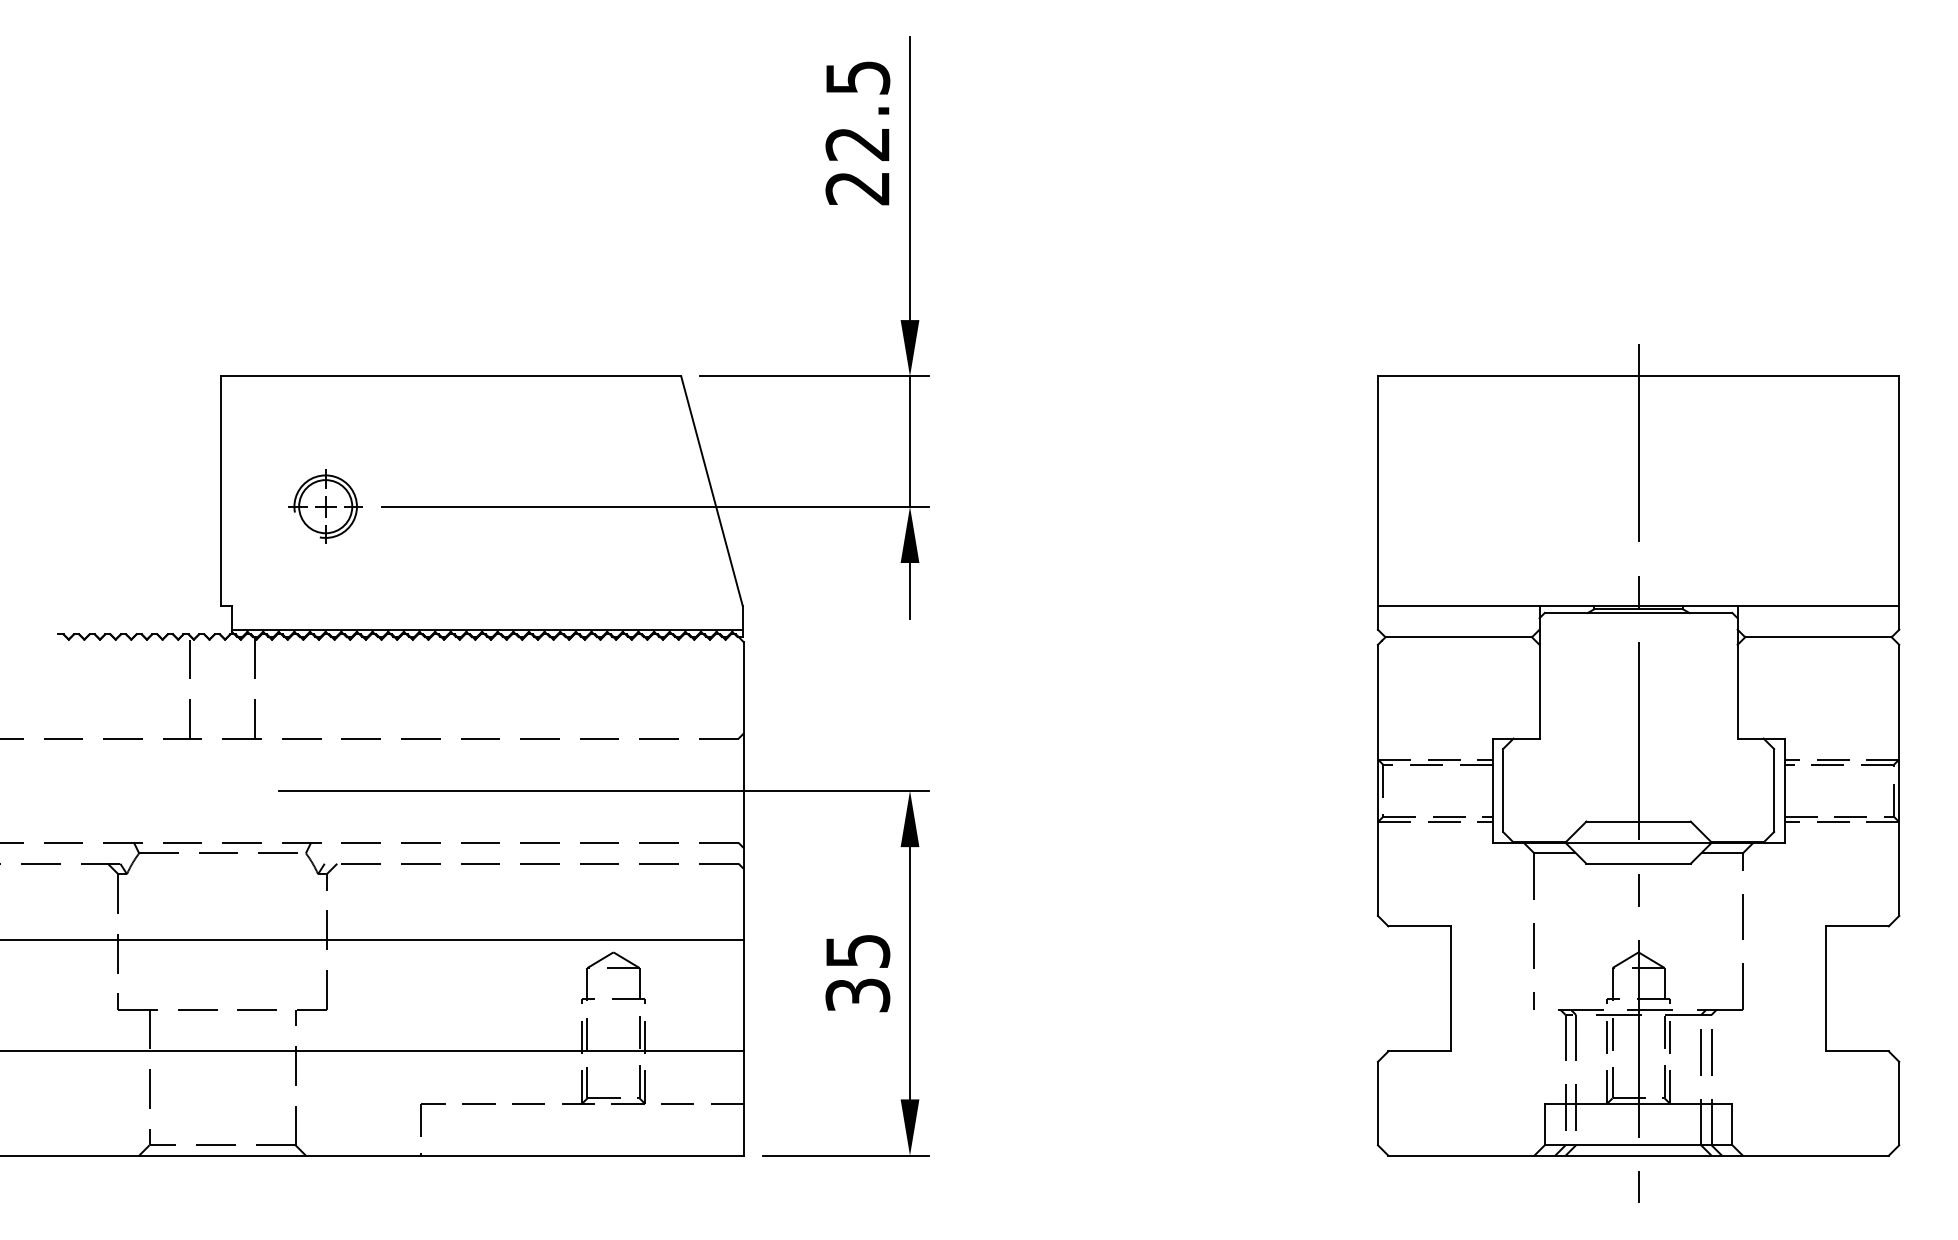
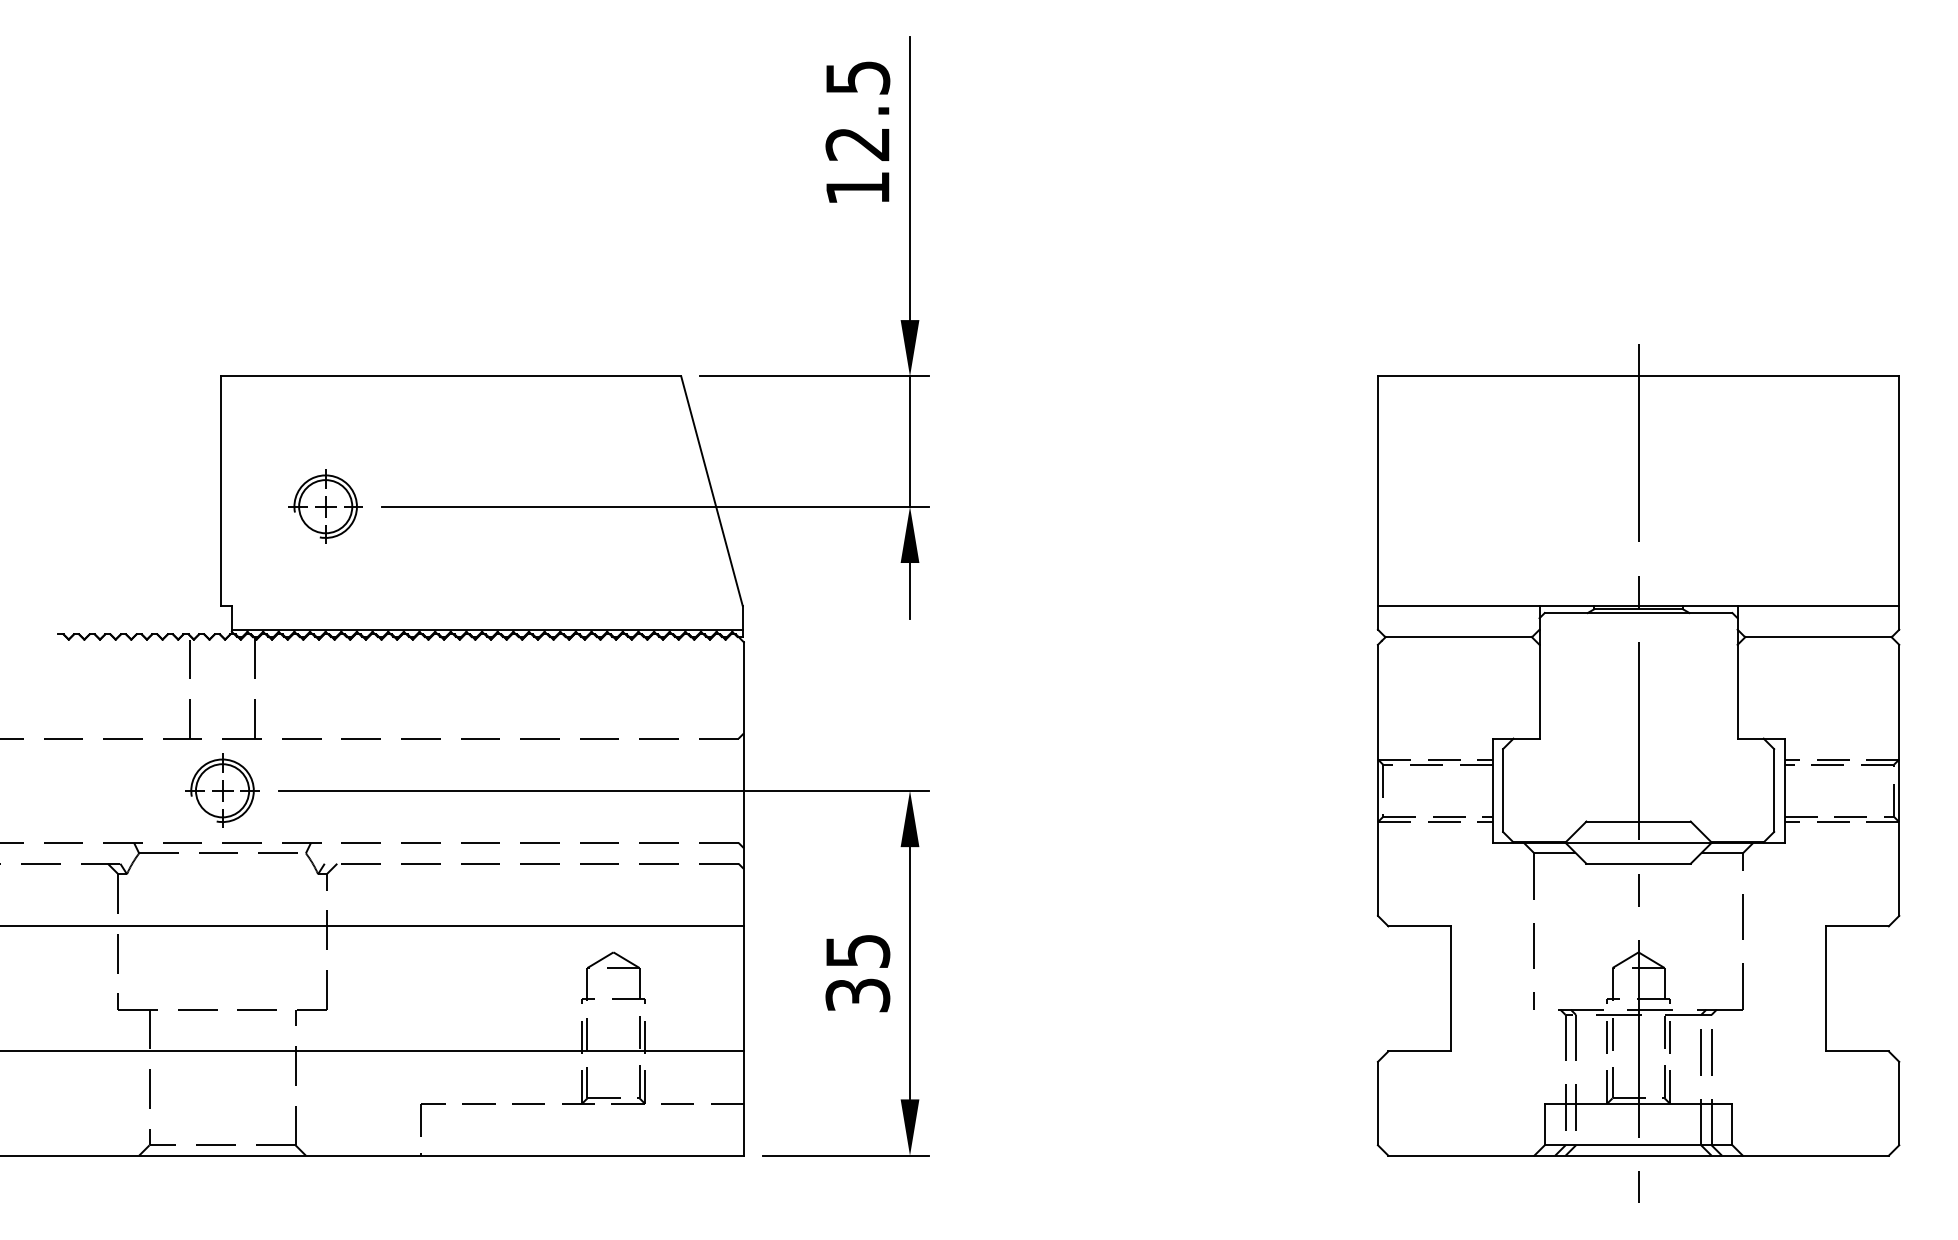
text at (857, 188): 22.5 -> 12.5
part at (222, 790): none -> present
line at (372, 940) position: (372, 940) -> (372, 926)
